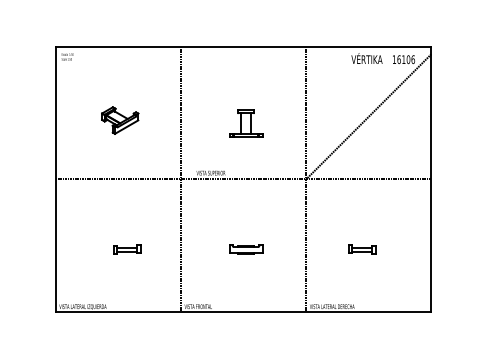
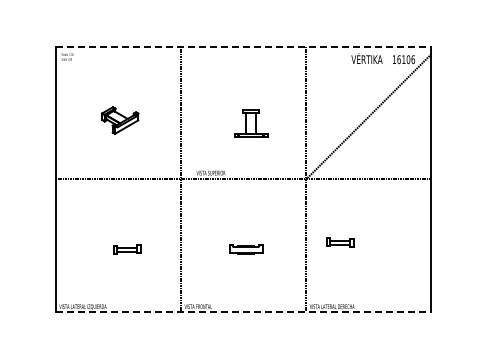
line at (243, 46): solid -> dashed
part at (246, 123) position: (246, 123) -> (251, 123)
part at (362, 249) position: (362, 249) -> (340, 242)
line at (243, 312): solid -> dashed
